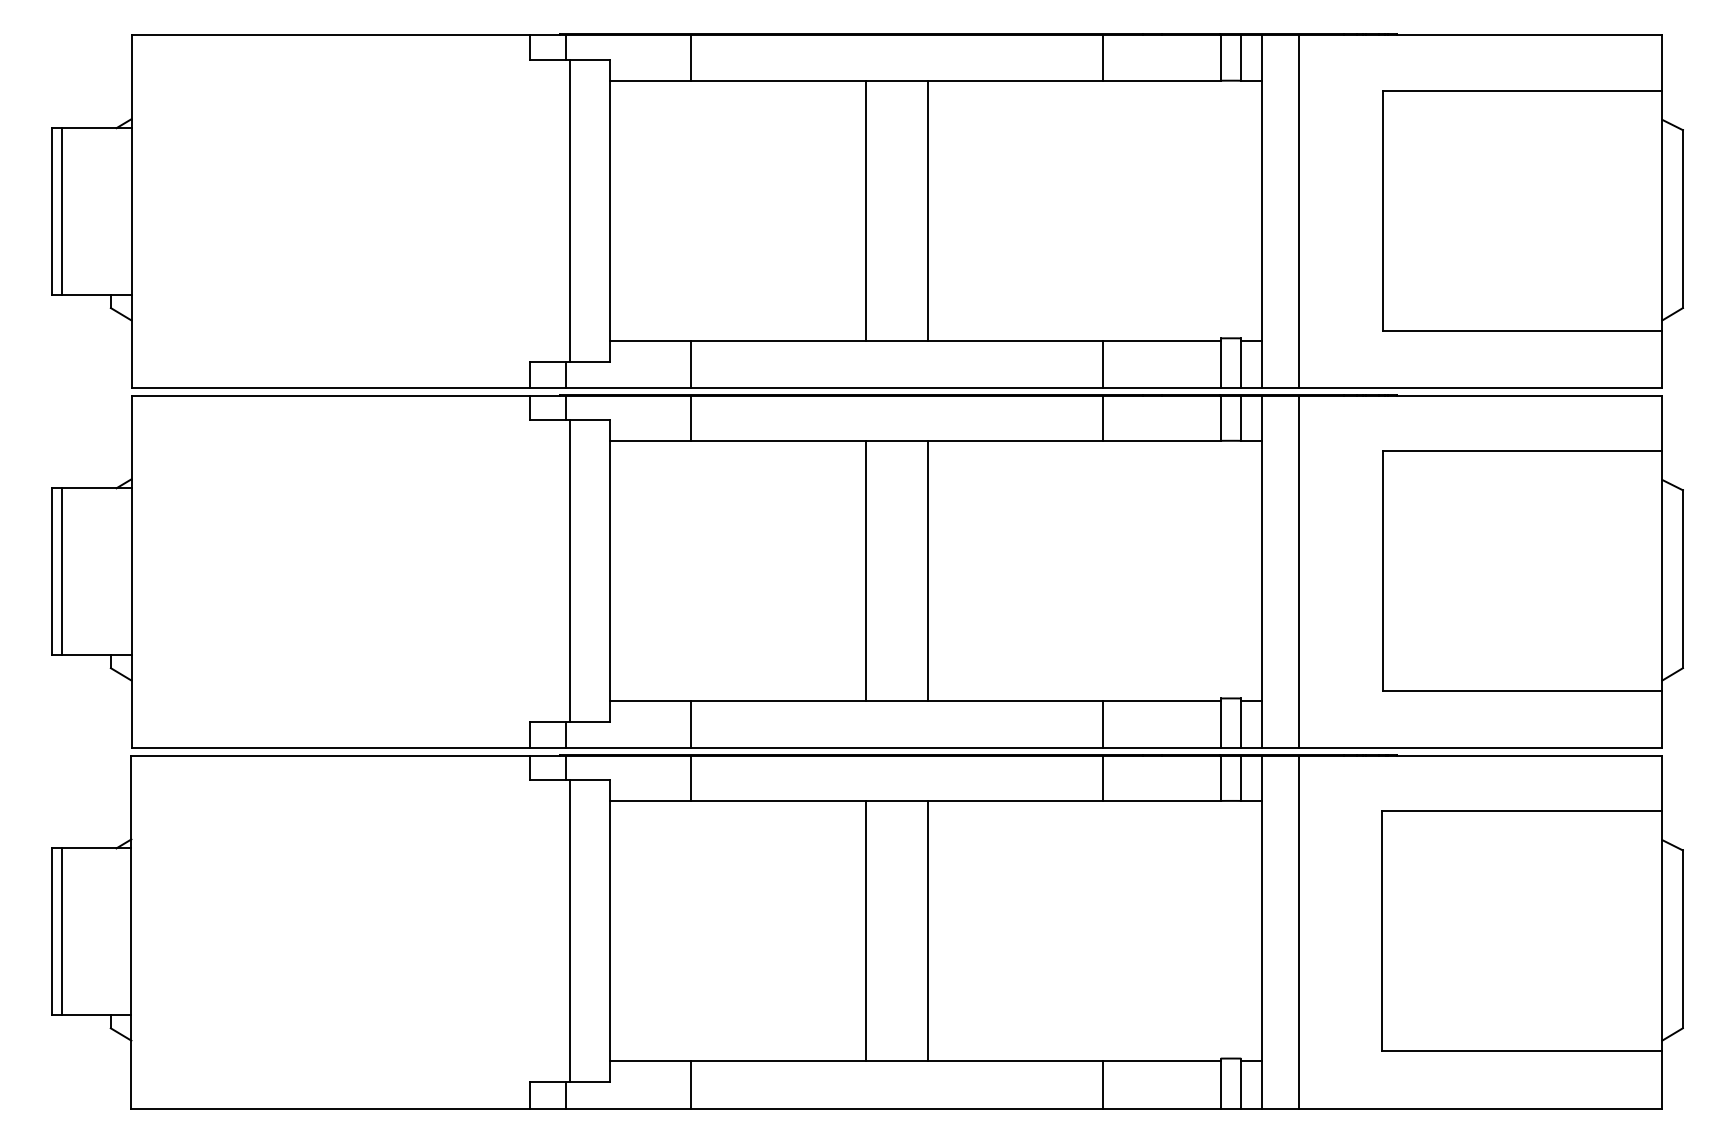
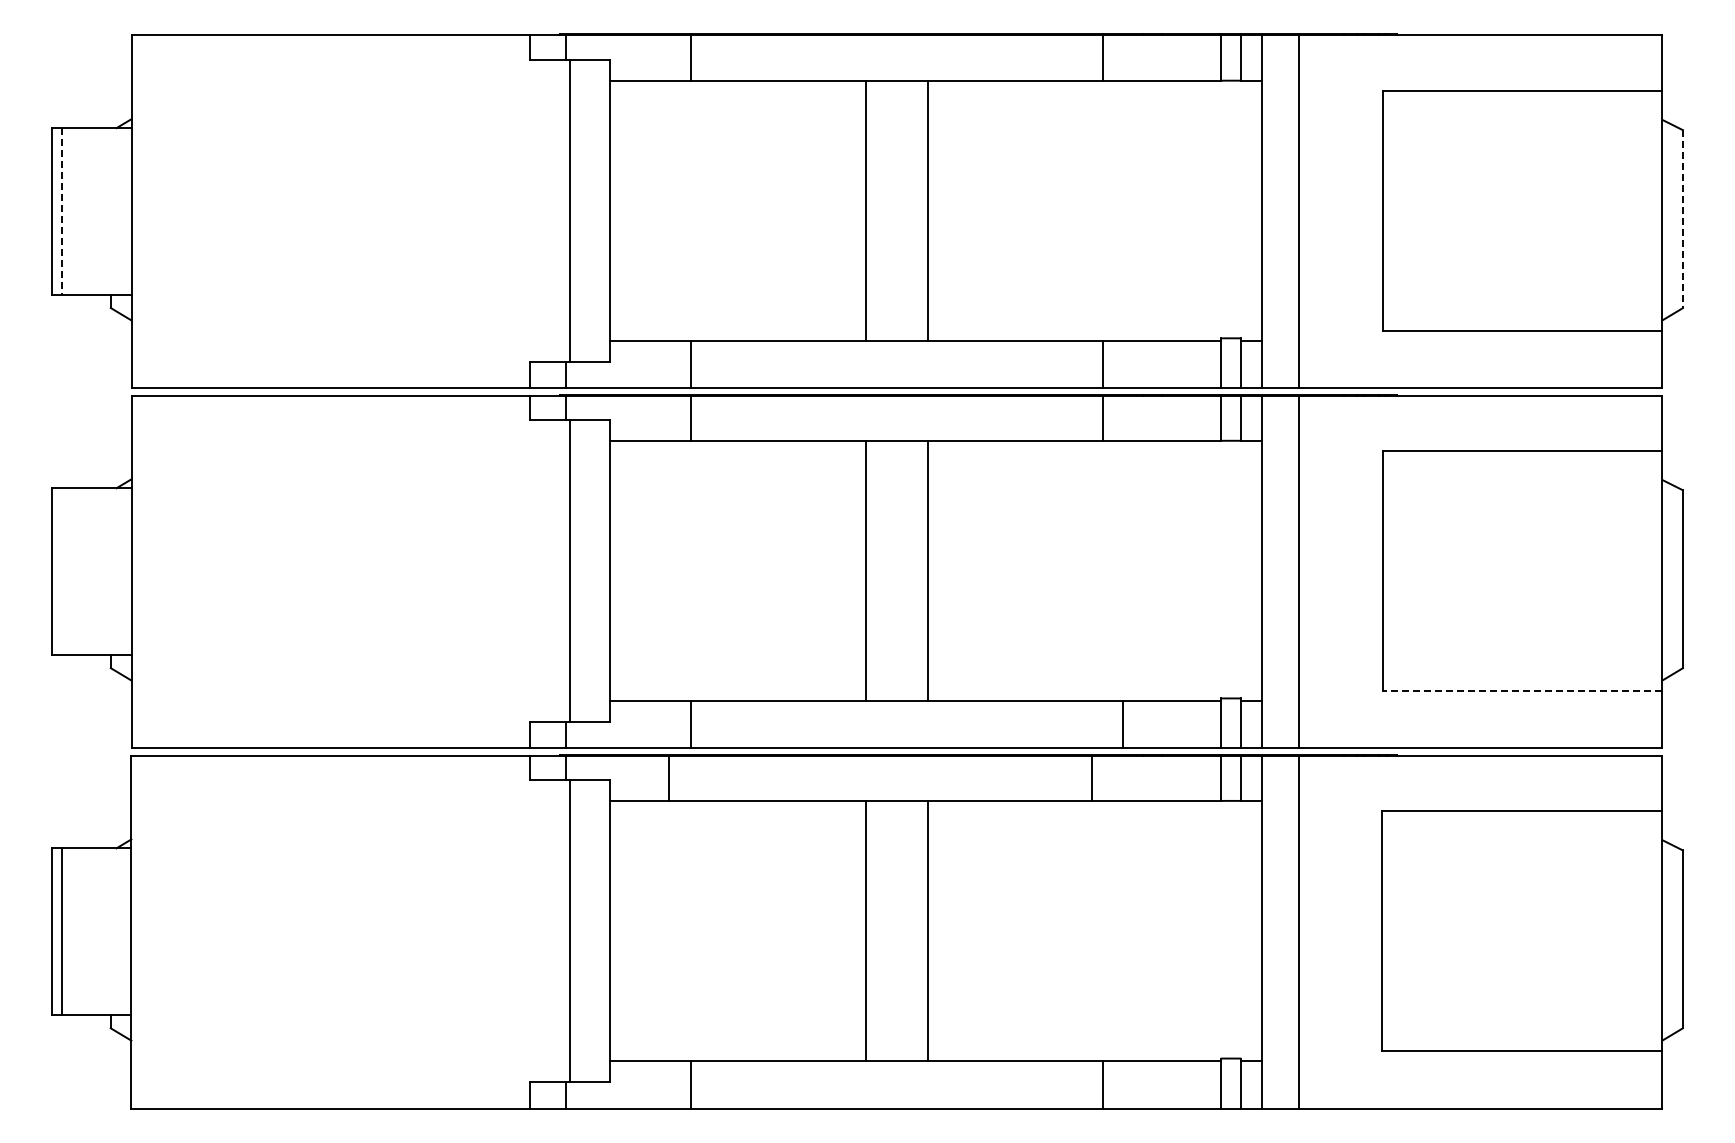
line at (62, 211): solid -> dashed
line at (1682, 219): solid -> dashed
line at (62, 571): present -> none
line at (1522, 690): solid -> dashed
line at (1102, 724) position: (1102, 724) -> (1122, 724)
line at (691, 777) position: (691, 777) -> (669, 777)
line at (1102, 777) position: (1102, 777) -> (1091, 777)
